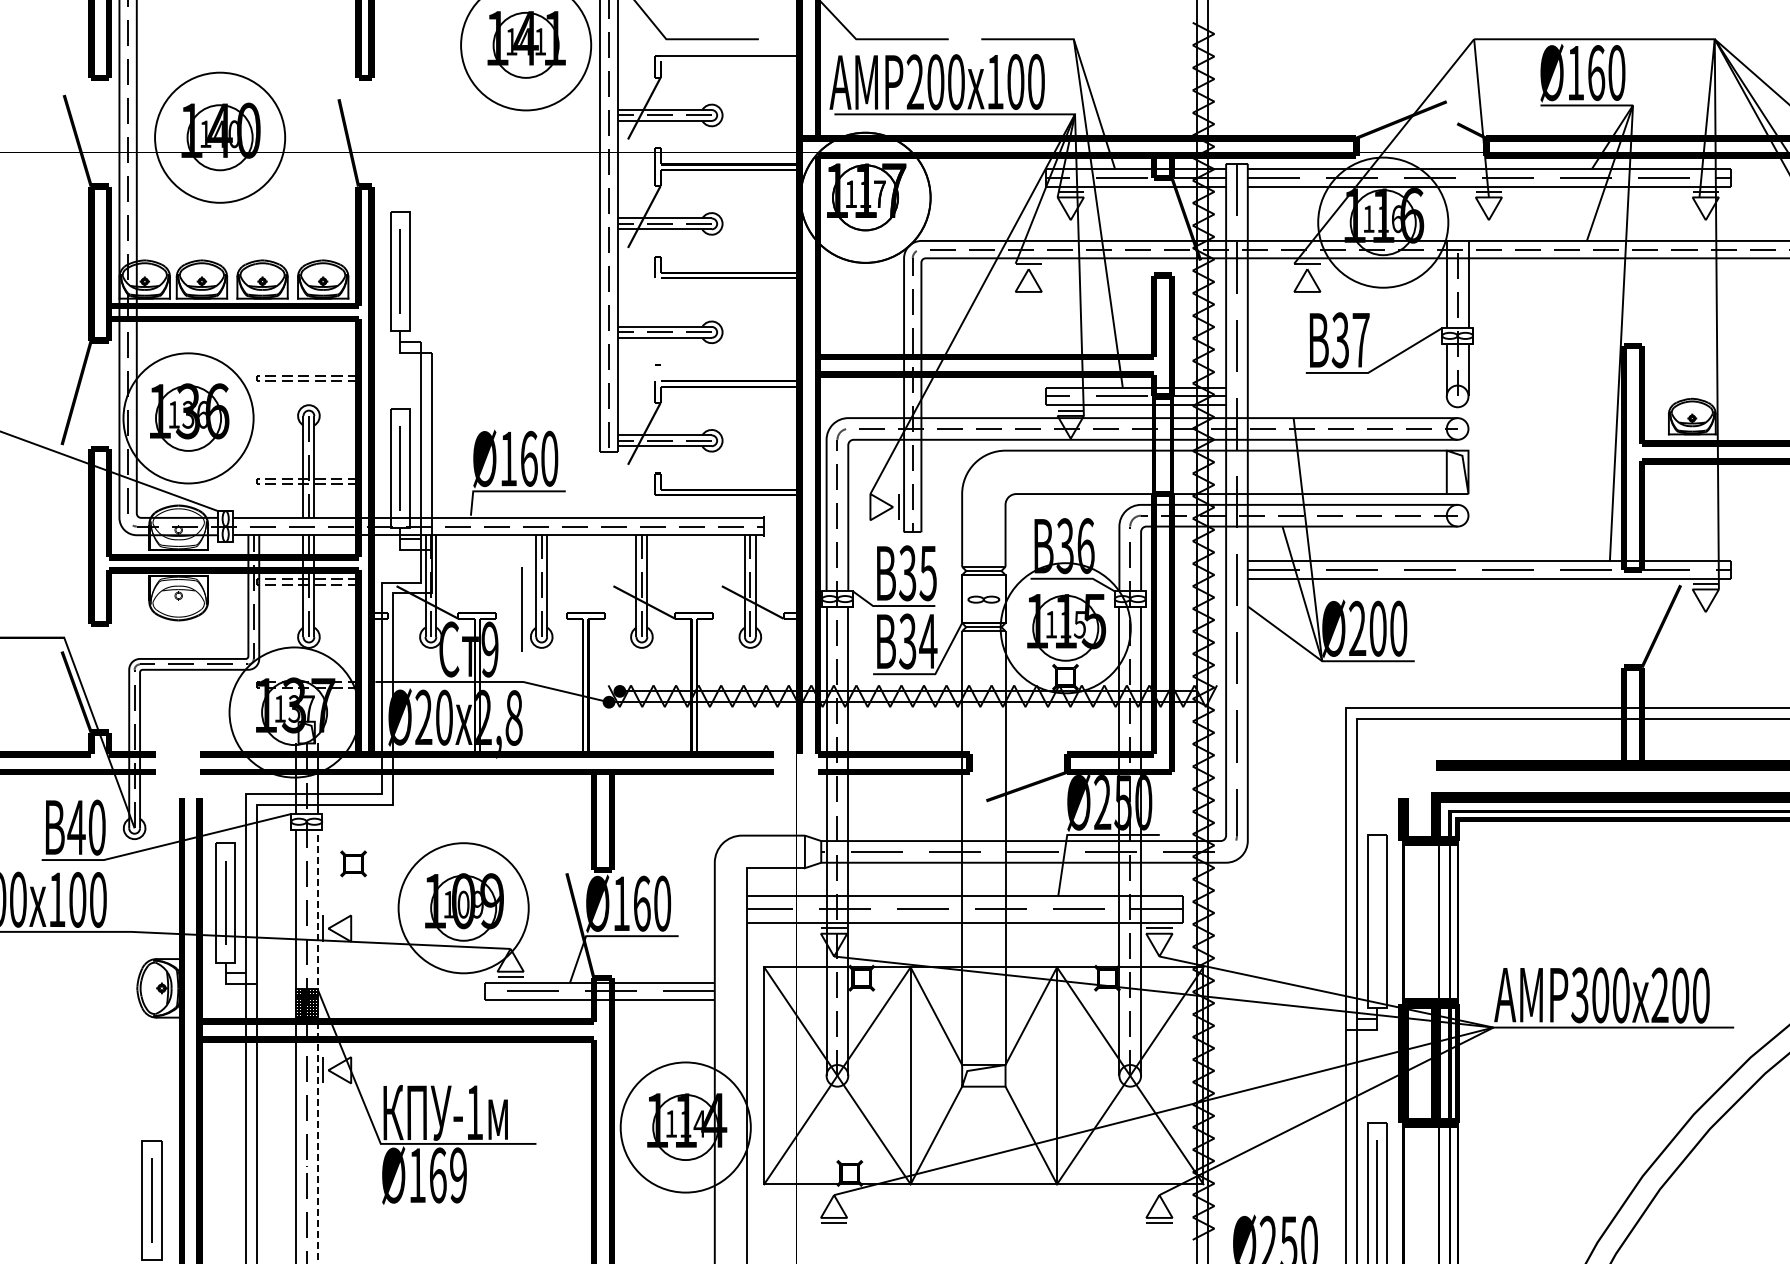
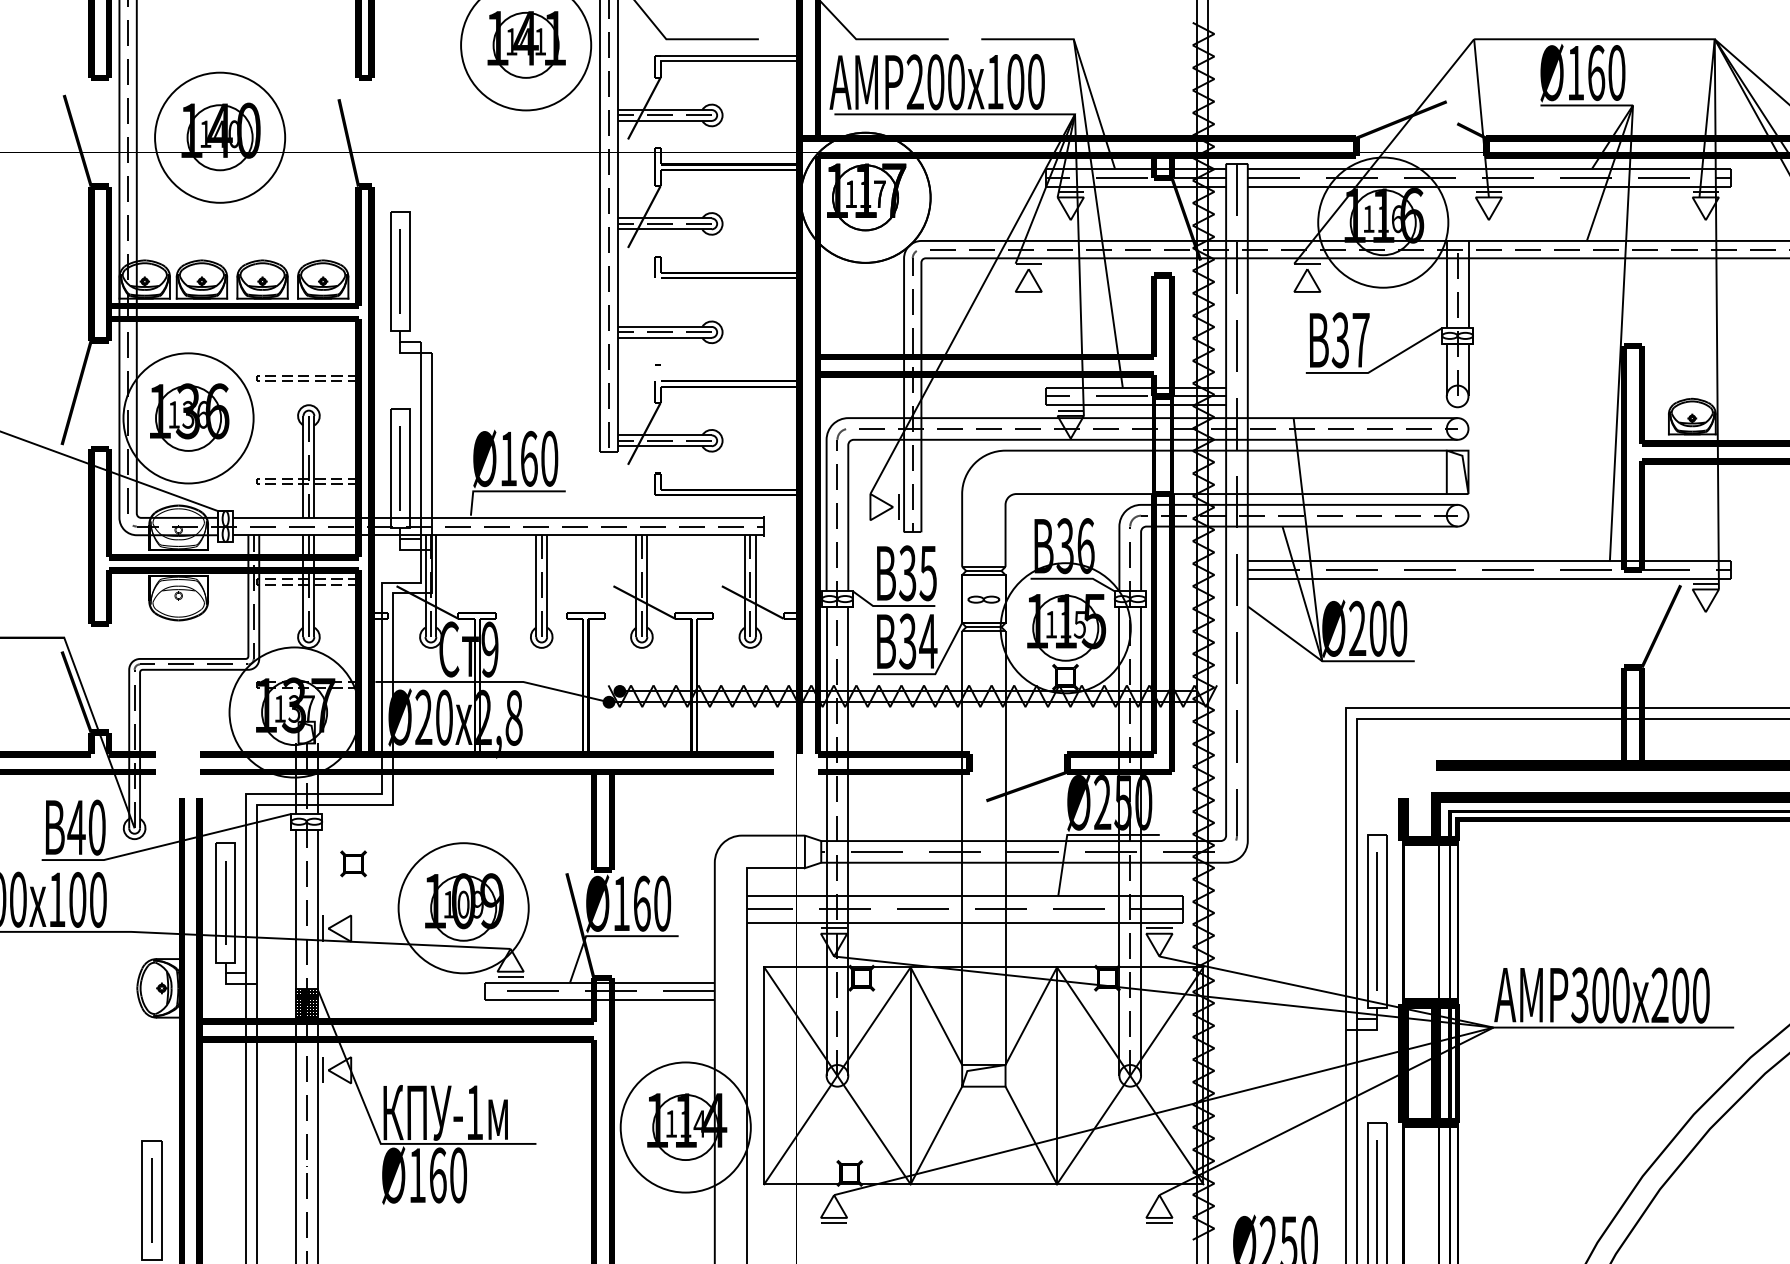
line at (728, 61): none -> present
line at (521, 609): present -> none
line at (1376, 921): none -> present
line at (317, 1046): dashed -> solid
text at (458, 1175): Ø169 -> Ø160
